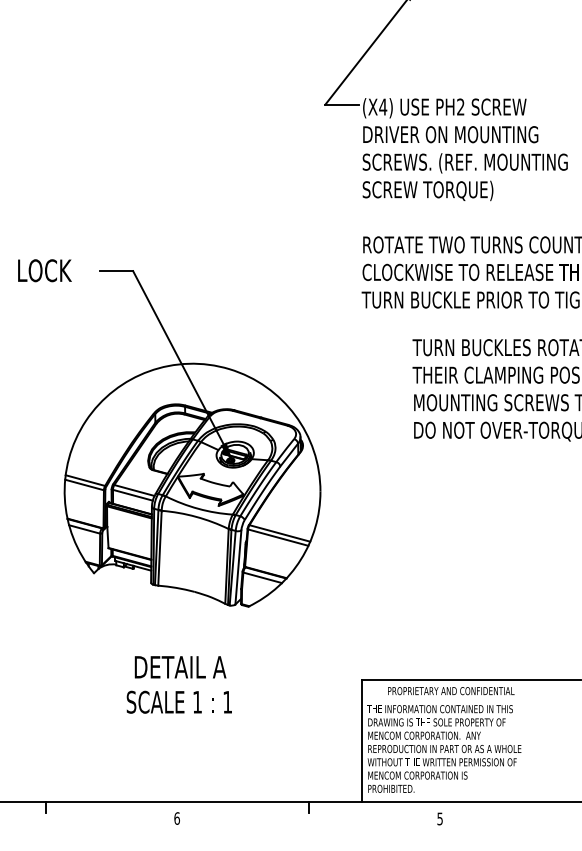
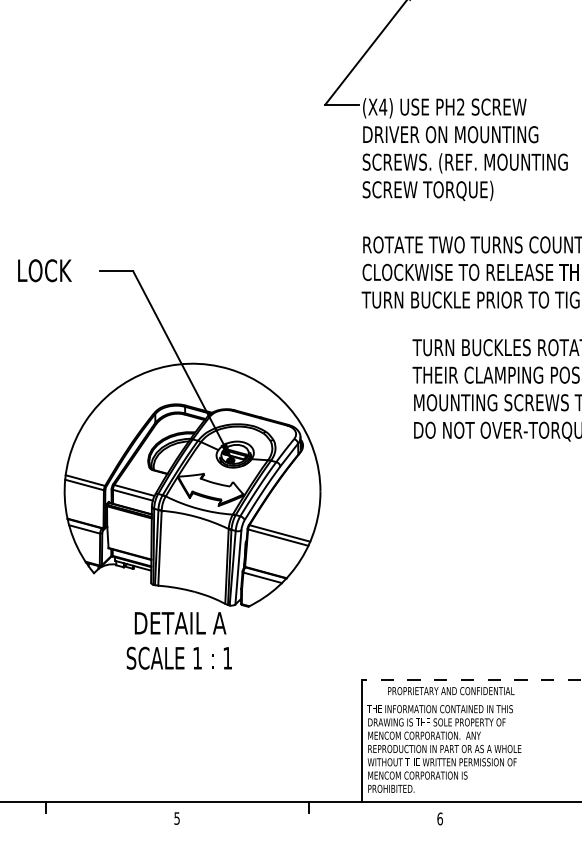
line at (471, 679): solid -> dashed
text at (178, 684) position: (178, 684) -> (178, 640)
text at (176, 818): 6 -> 5
text at (439, 818): 5 -> 6
